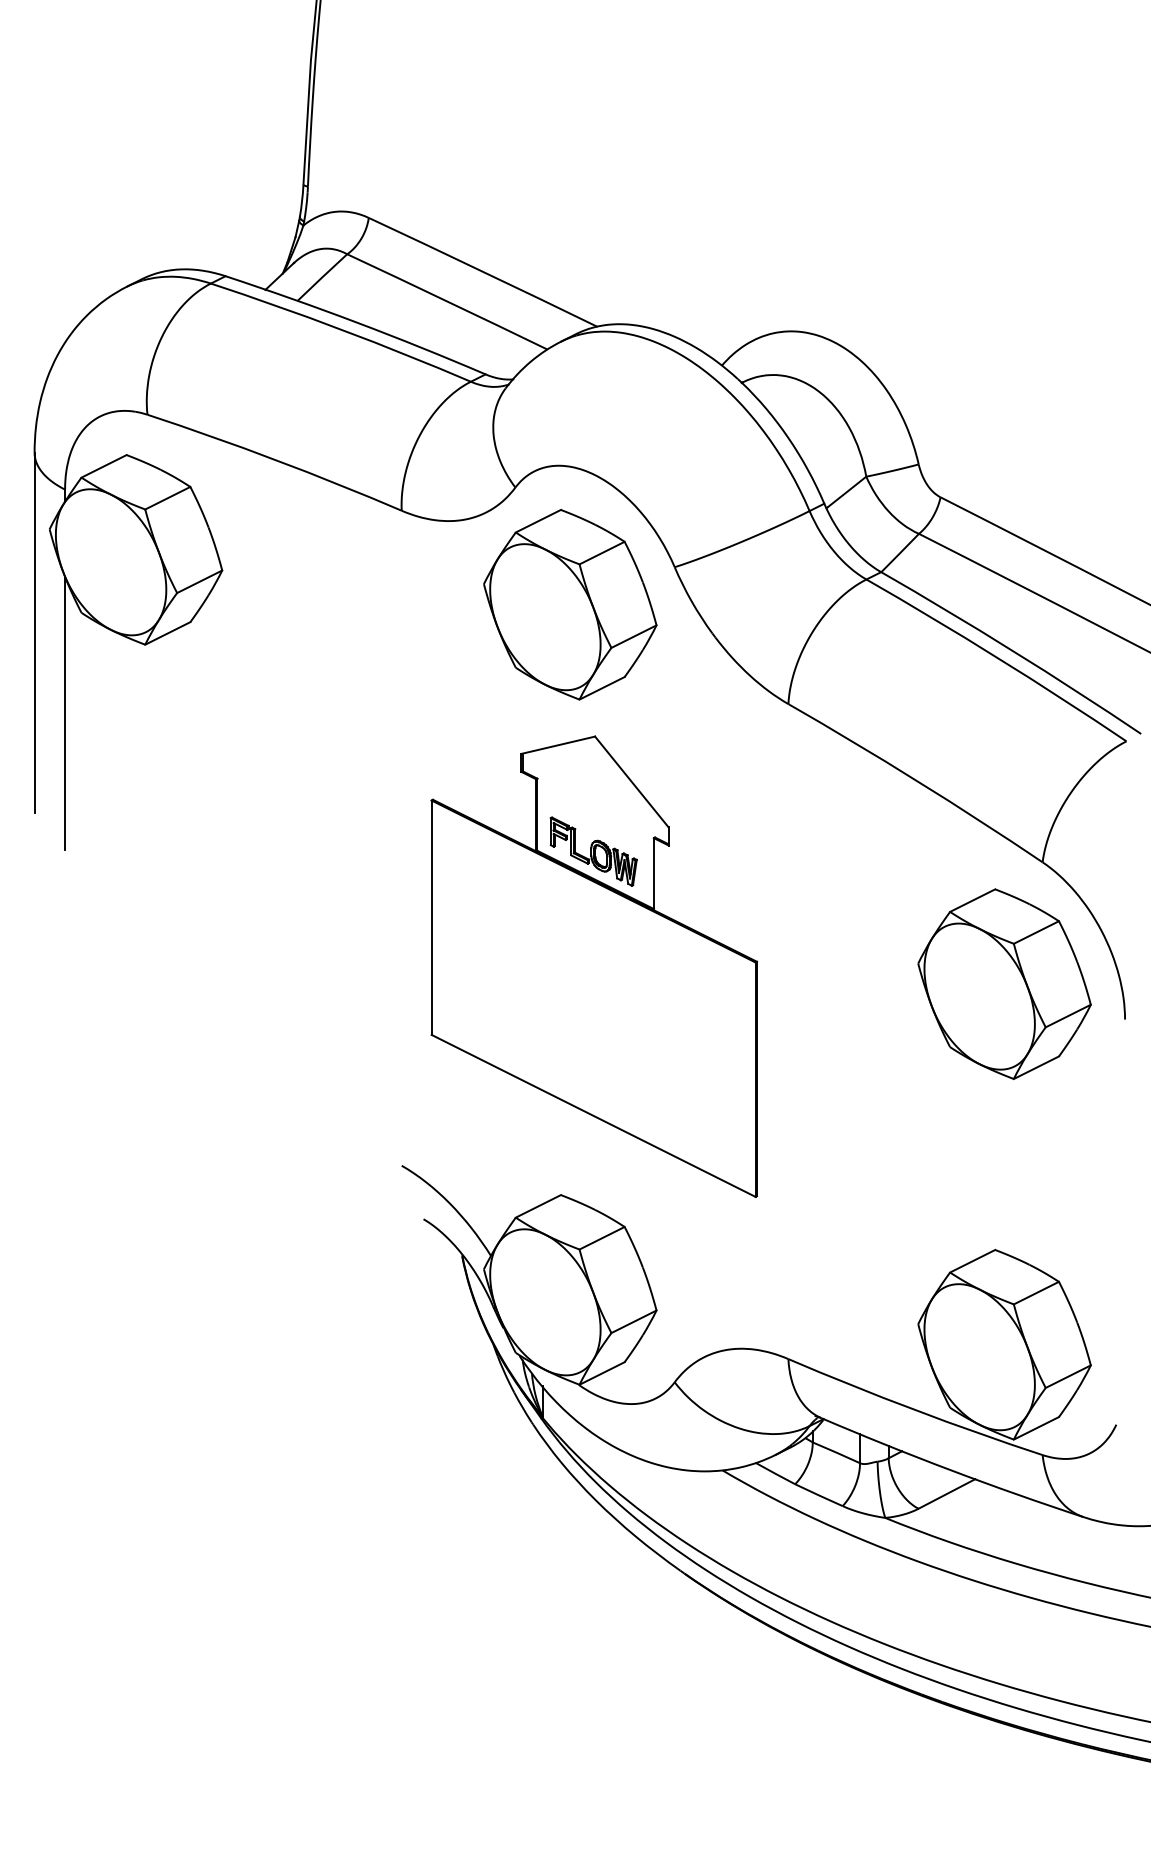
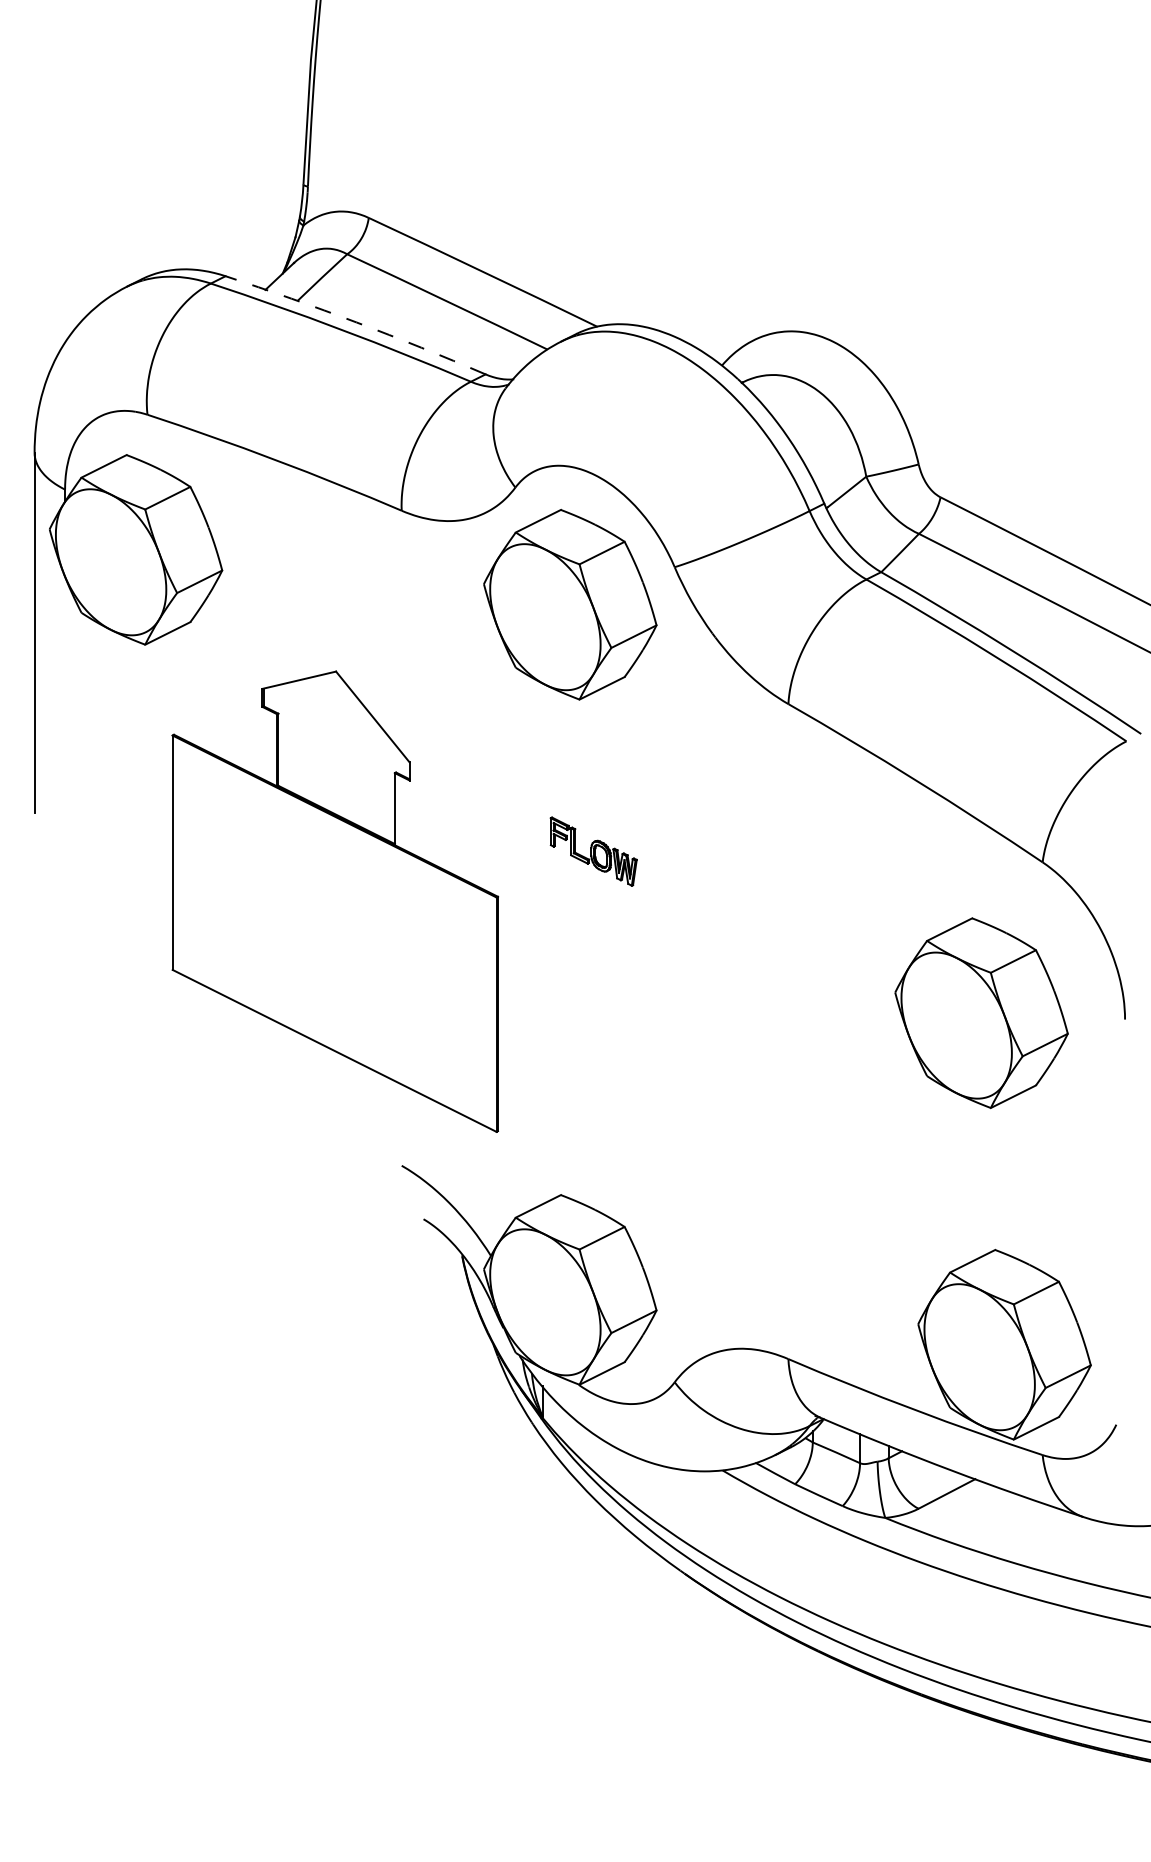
arc at (356, 322): solid -> dashed
line at (65, 713): present -> none
part at (593, 966) position: (593, 966) -> (334, 901)
part at (1004, 984) position: (1004, 984) -> (981, 1013)
